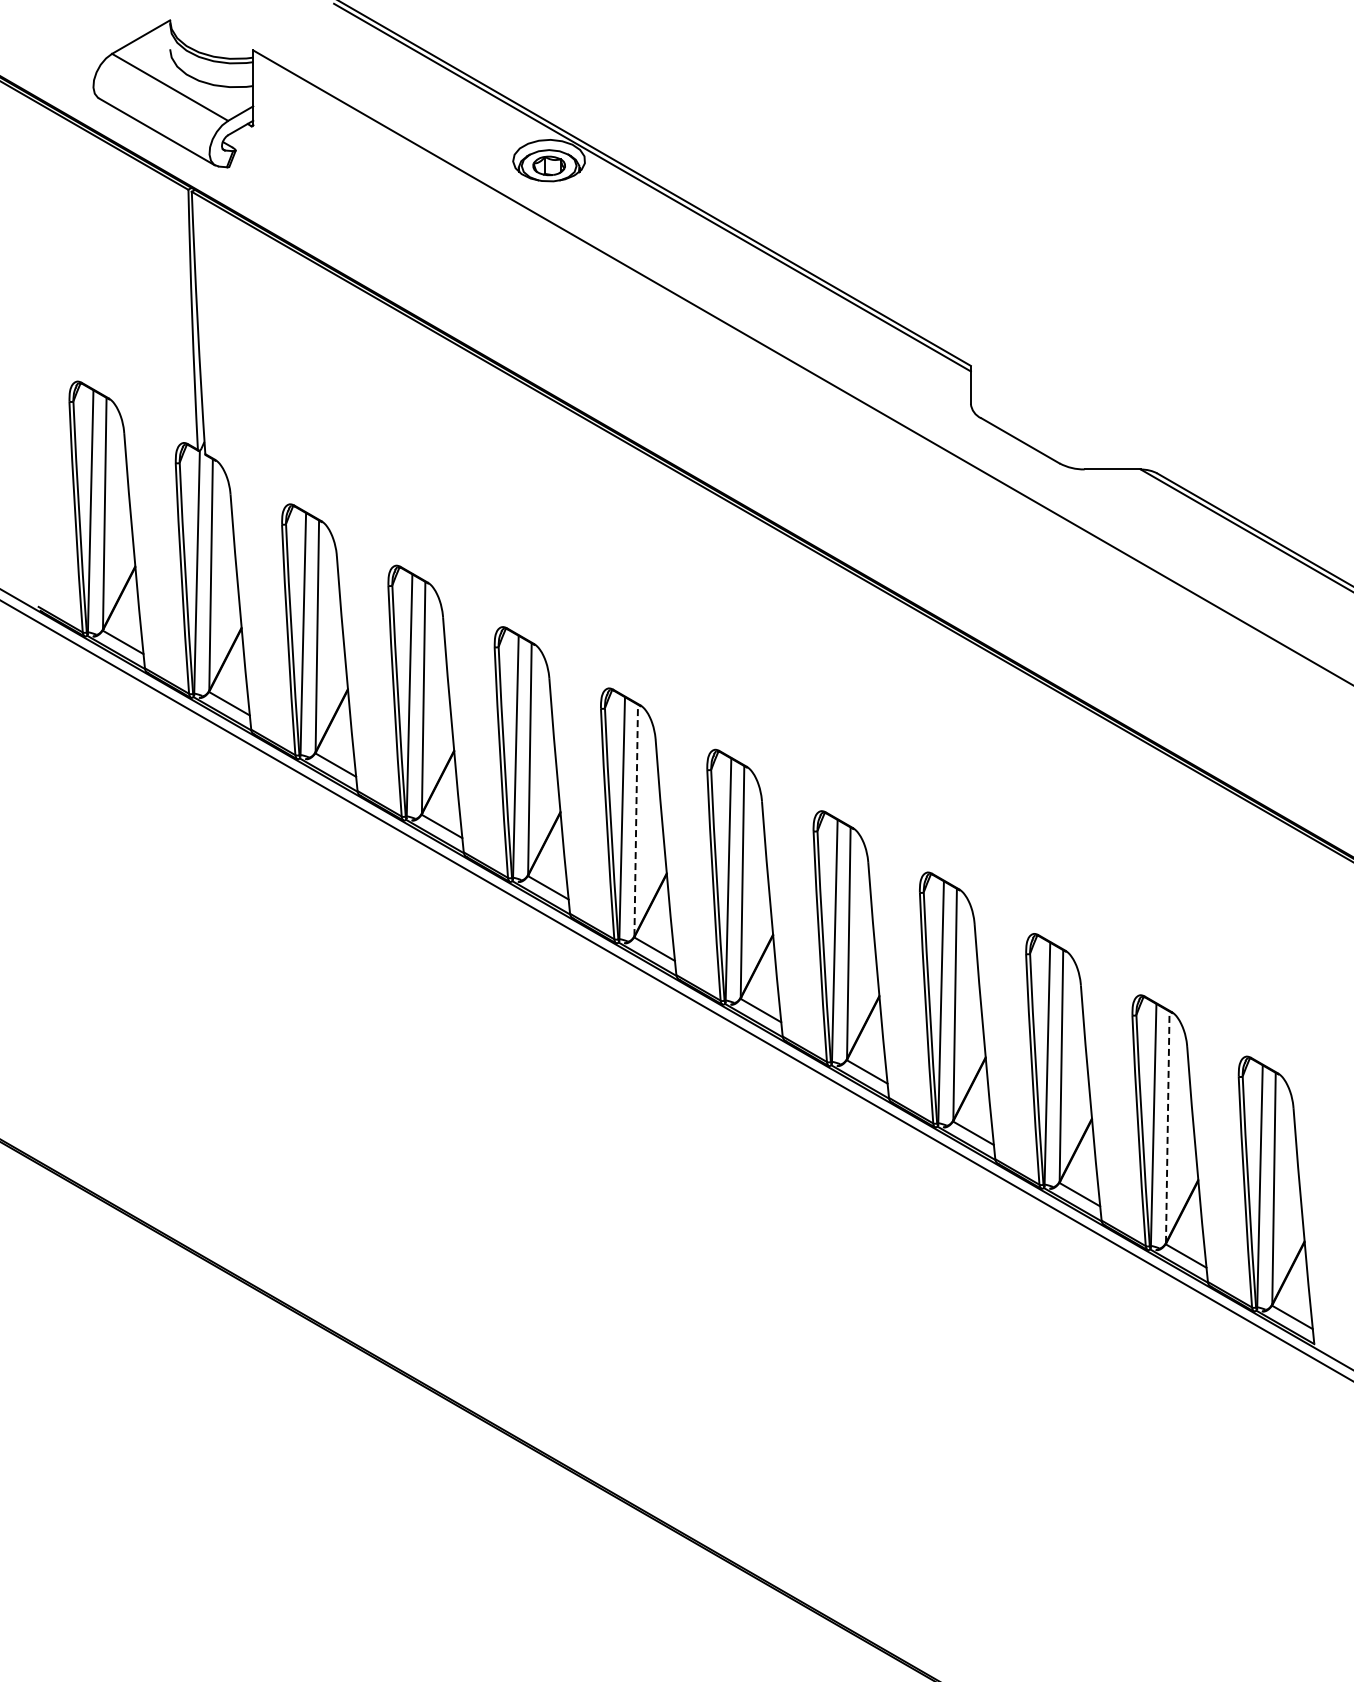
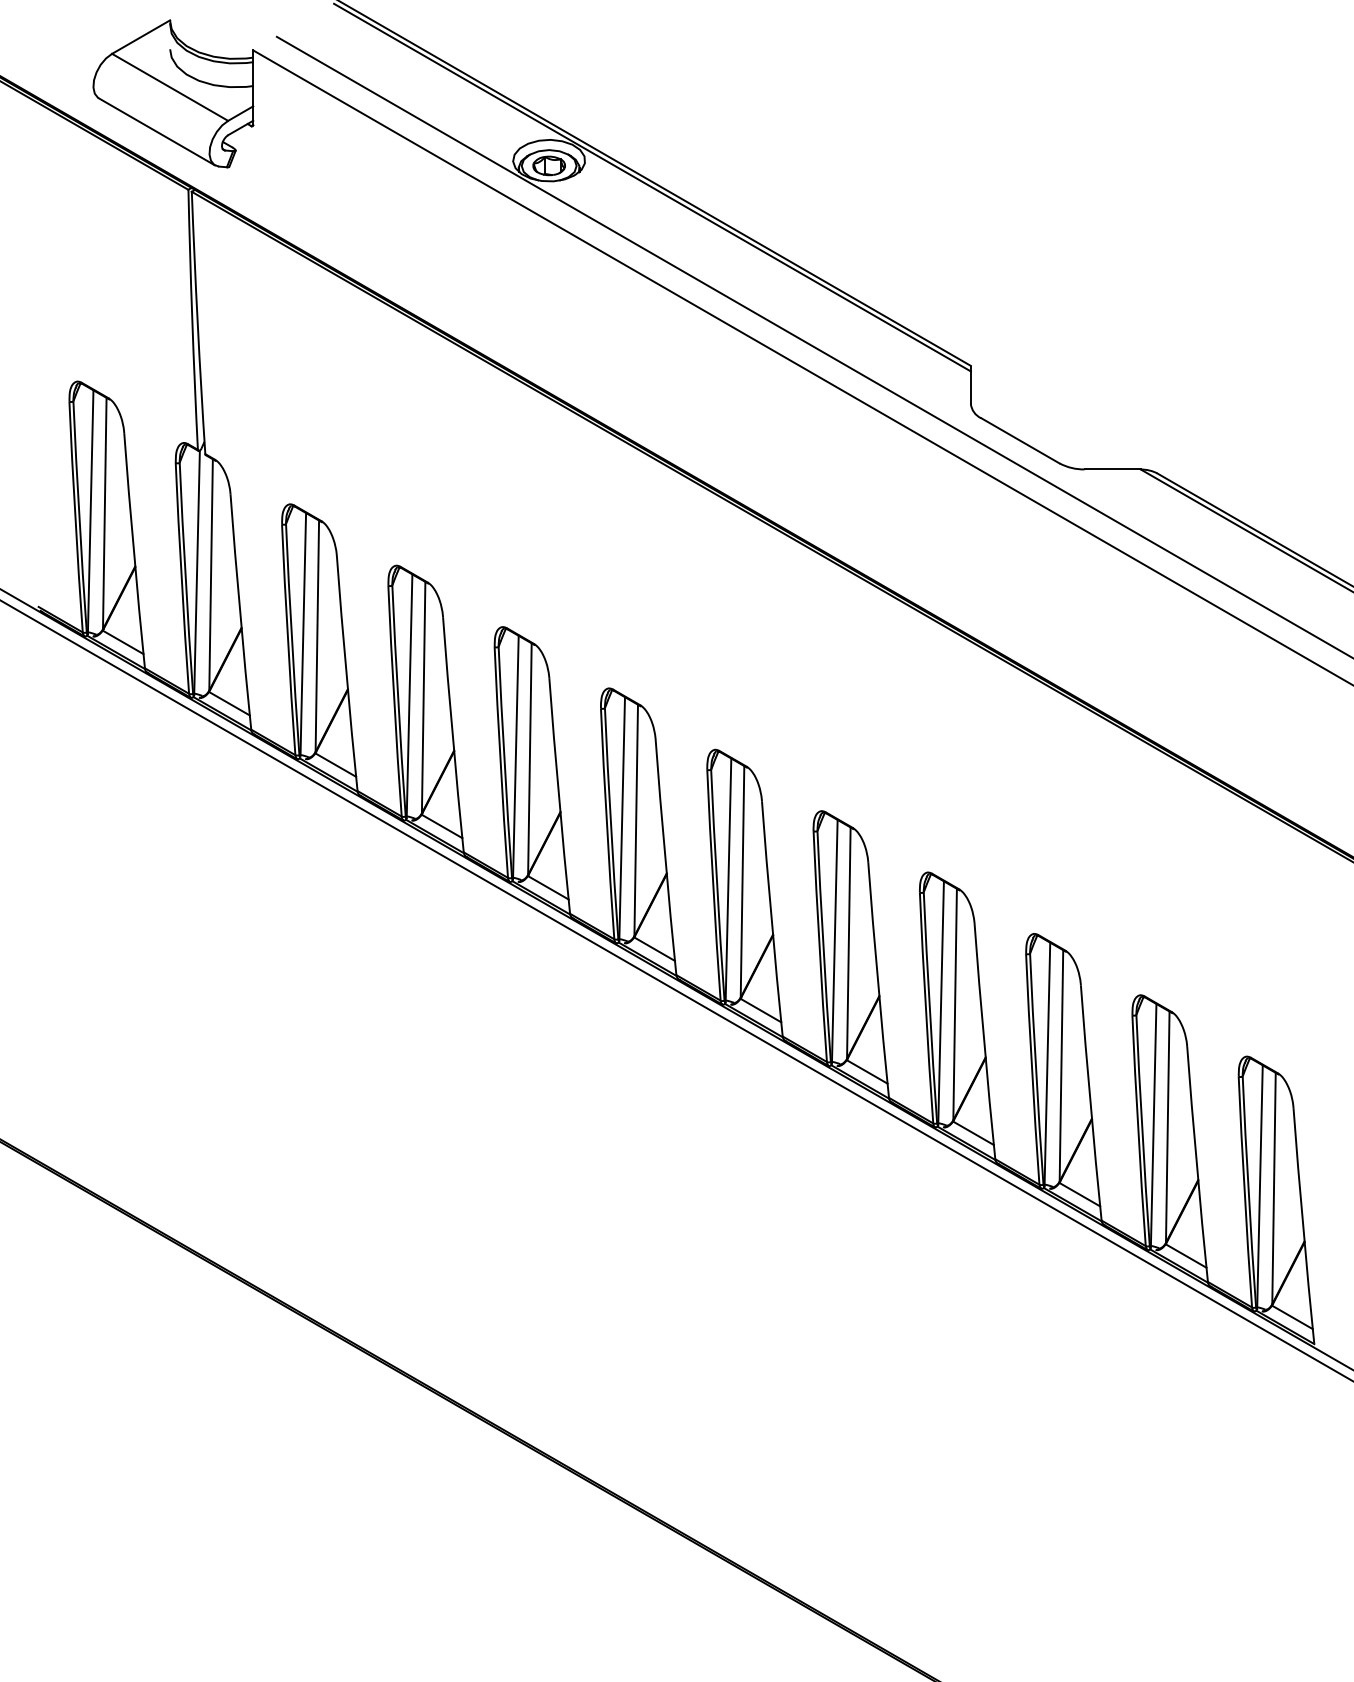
line at (813, 346): none -> present
line at (636, 820): dashed -> solid
line at (1167, 1127): dashed -> solid
